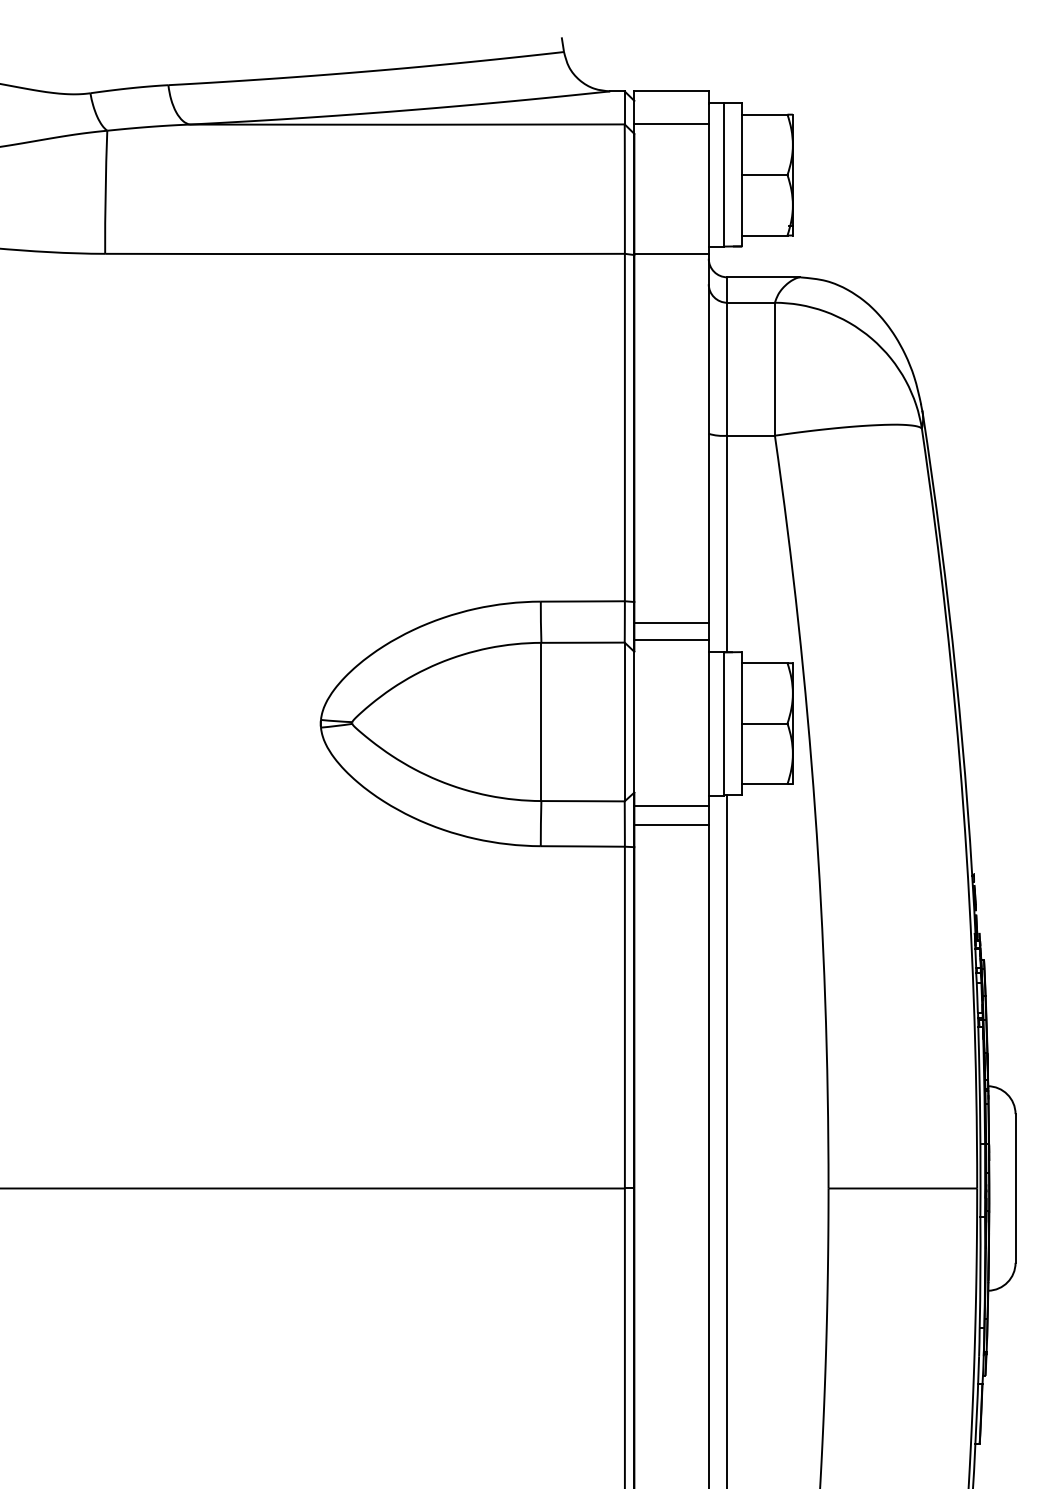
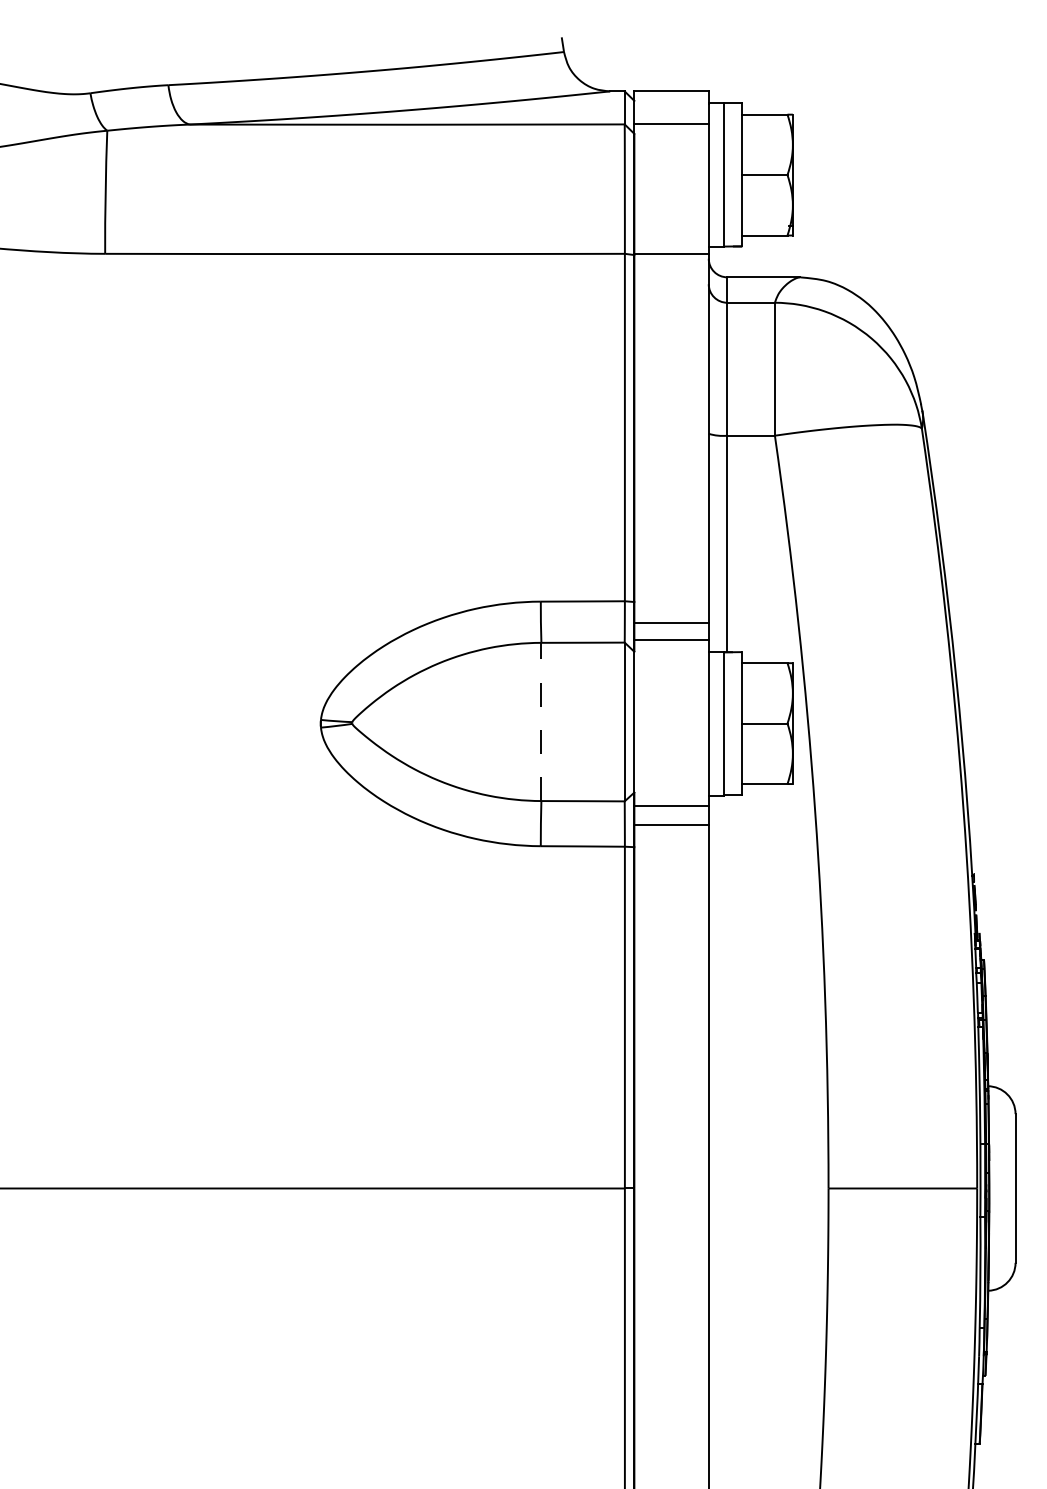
line at (541, 721): solid -> dashed
line at (727, 1140): present -> none
